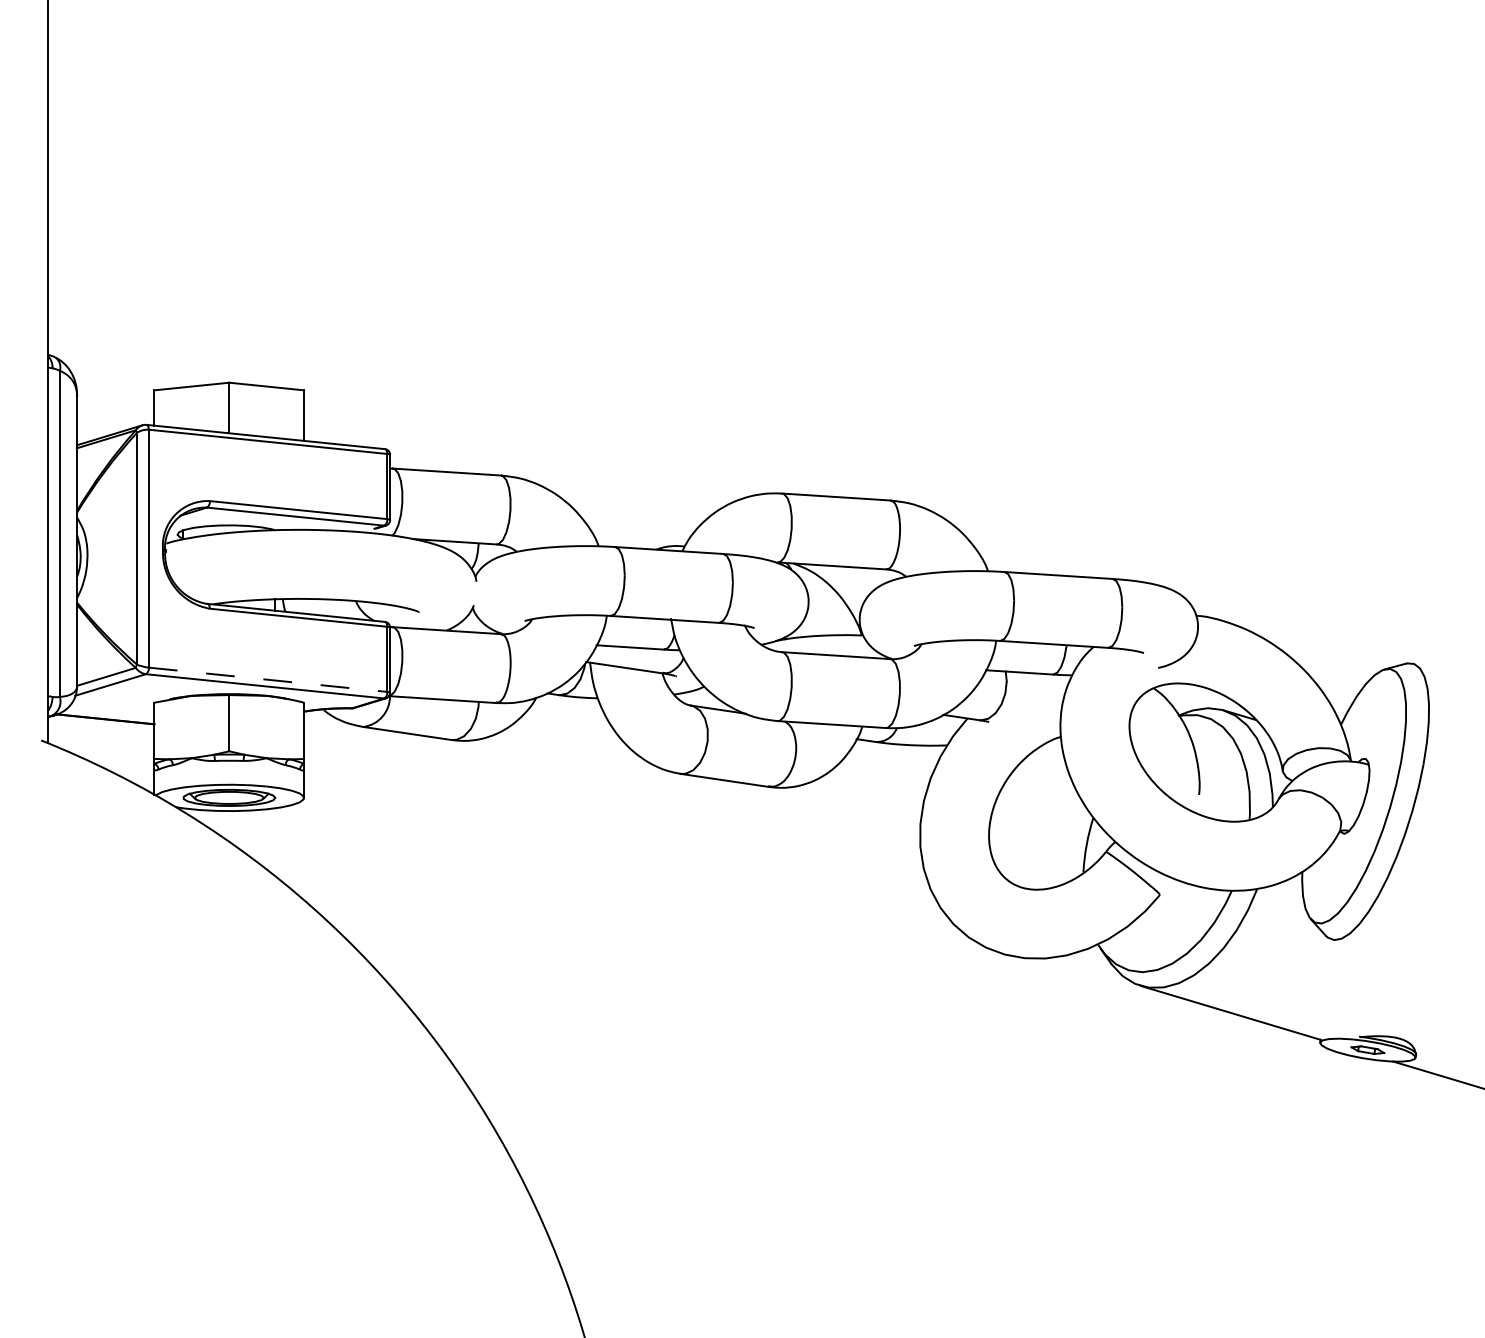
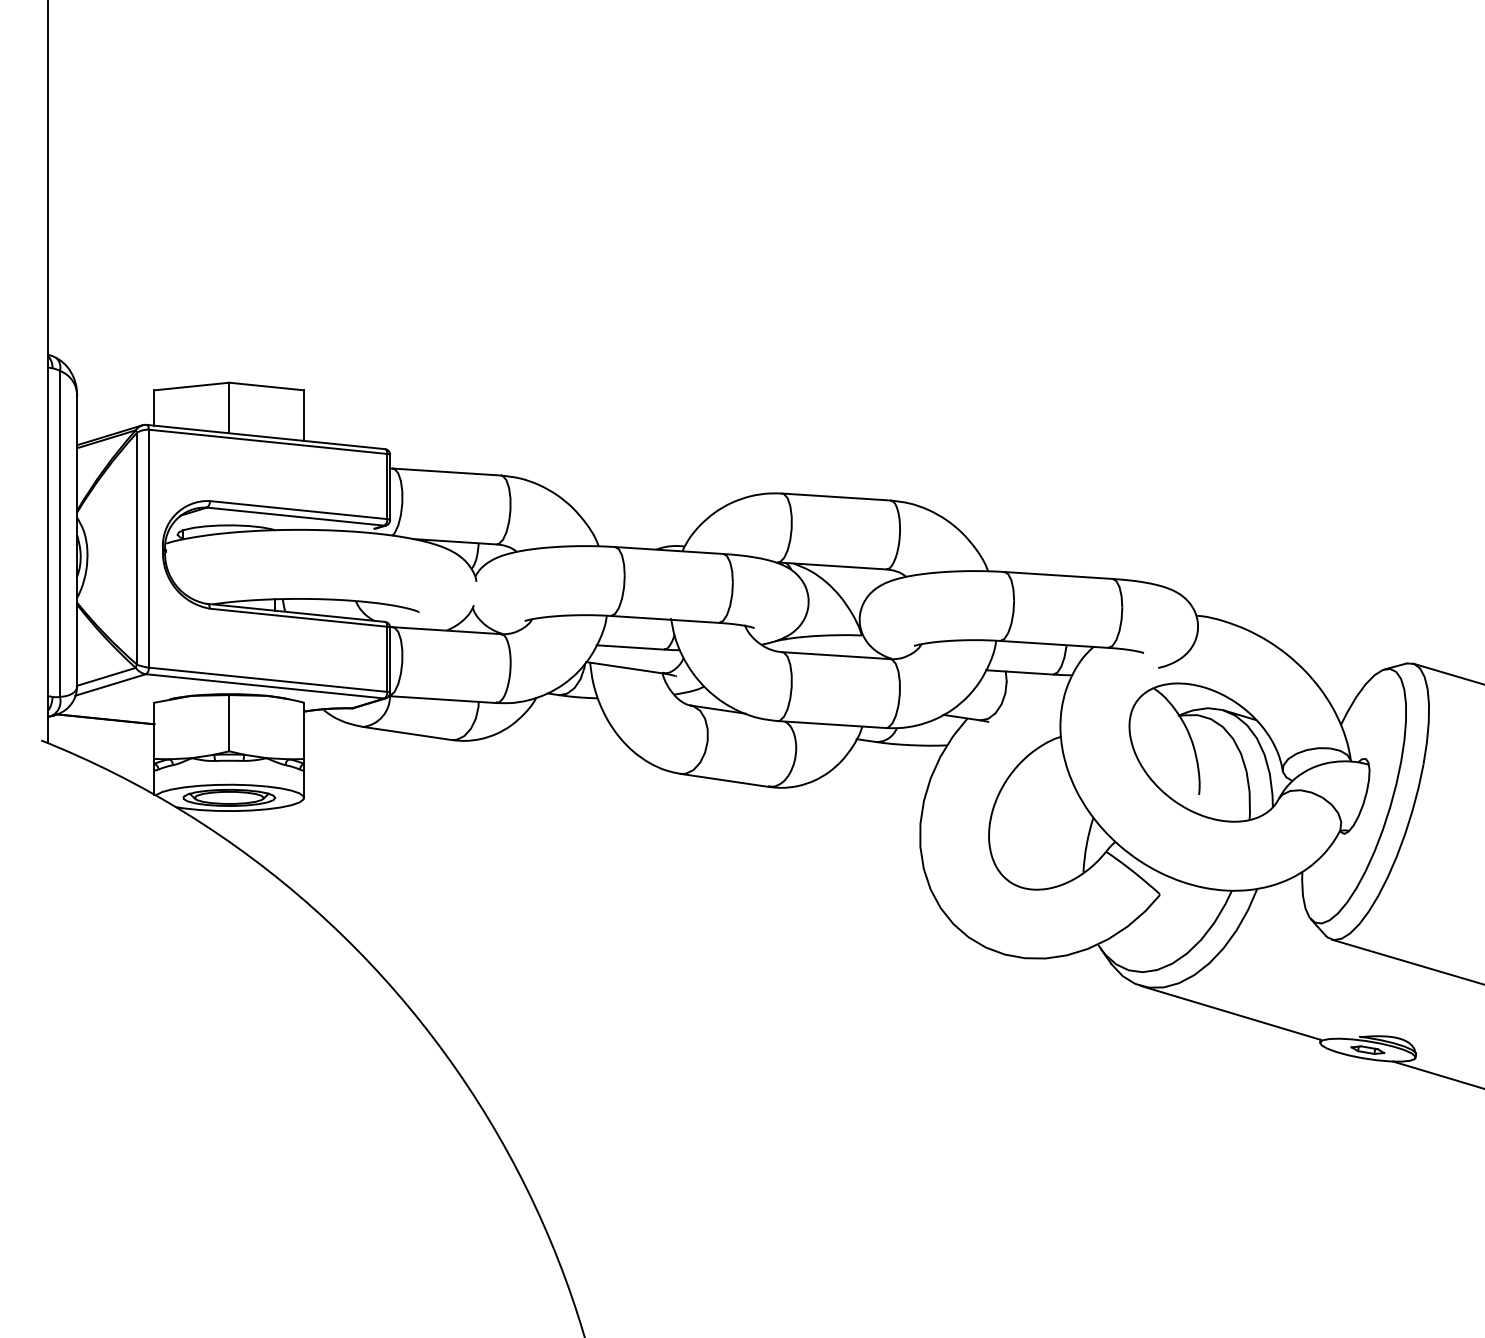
line at (1447, 673): none -> present
line at (268, 679): dashed -> solid
line at (1406, 961): none -> present
